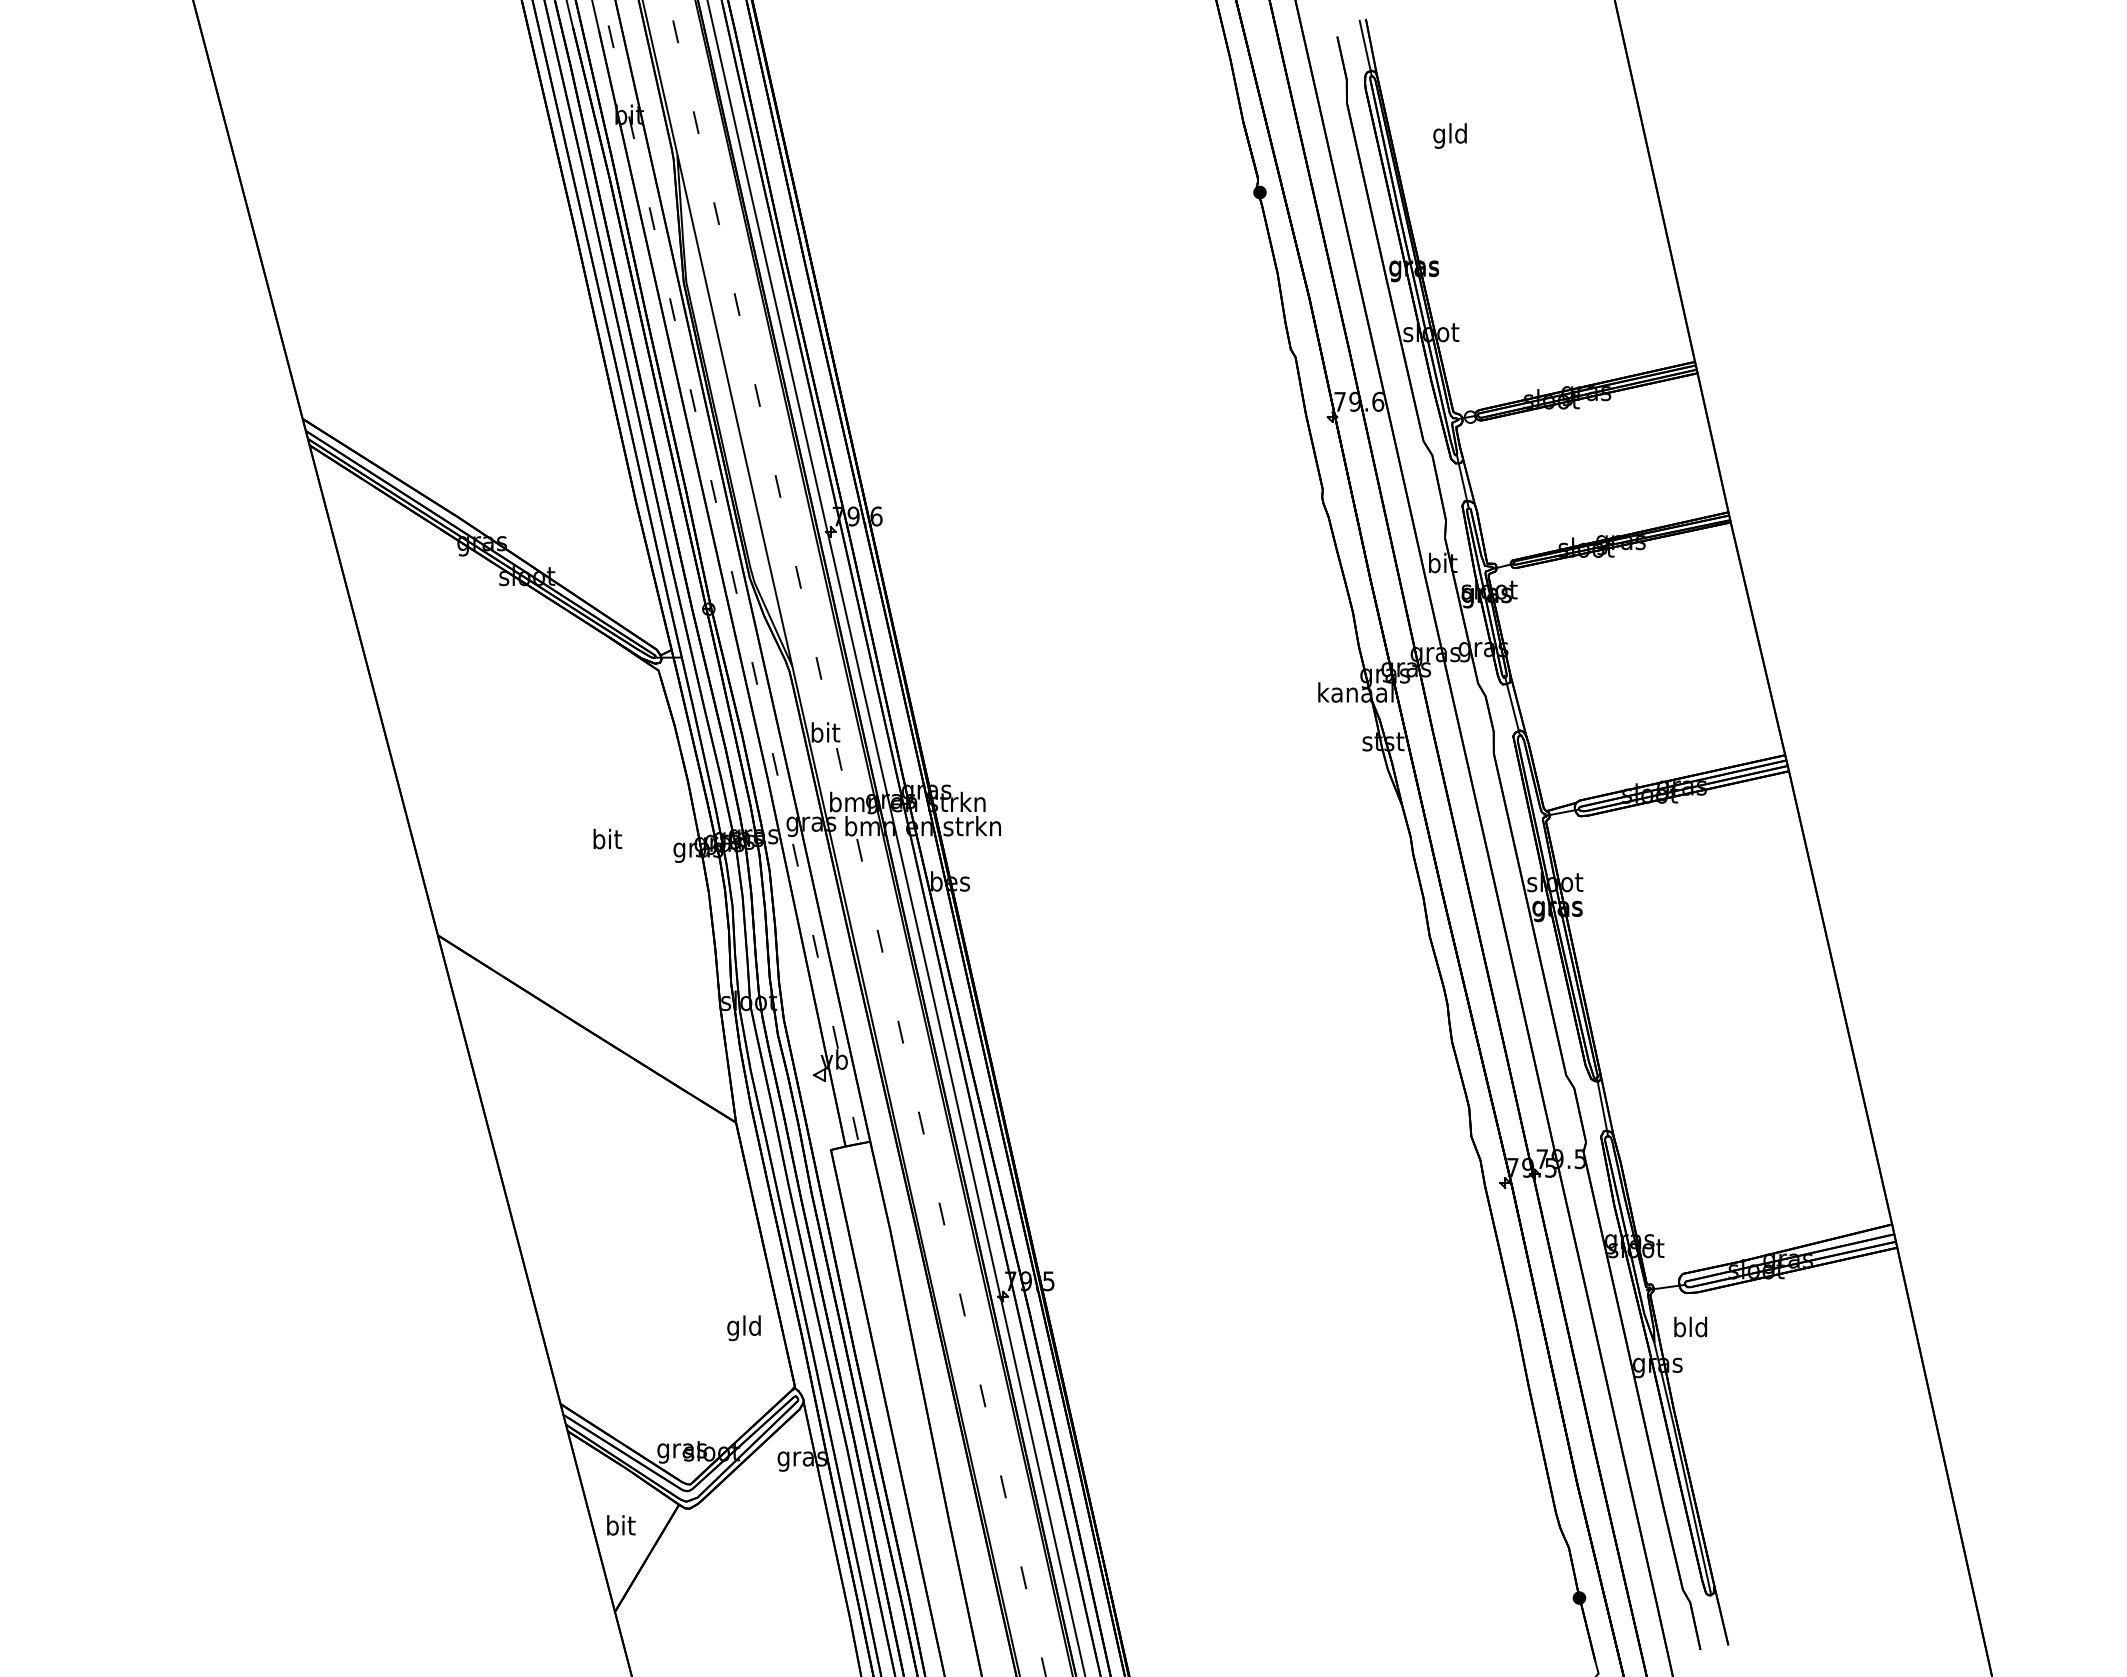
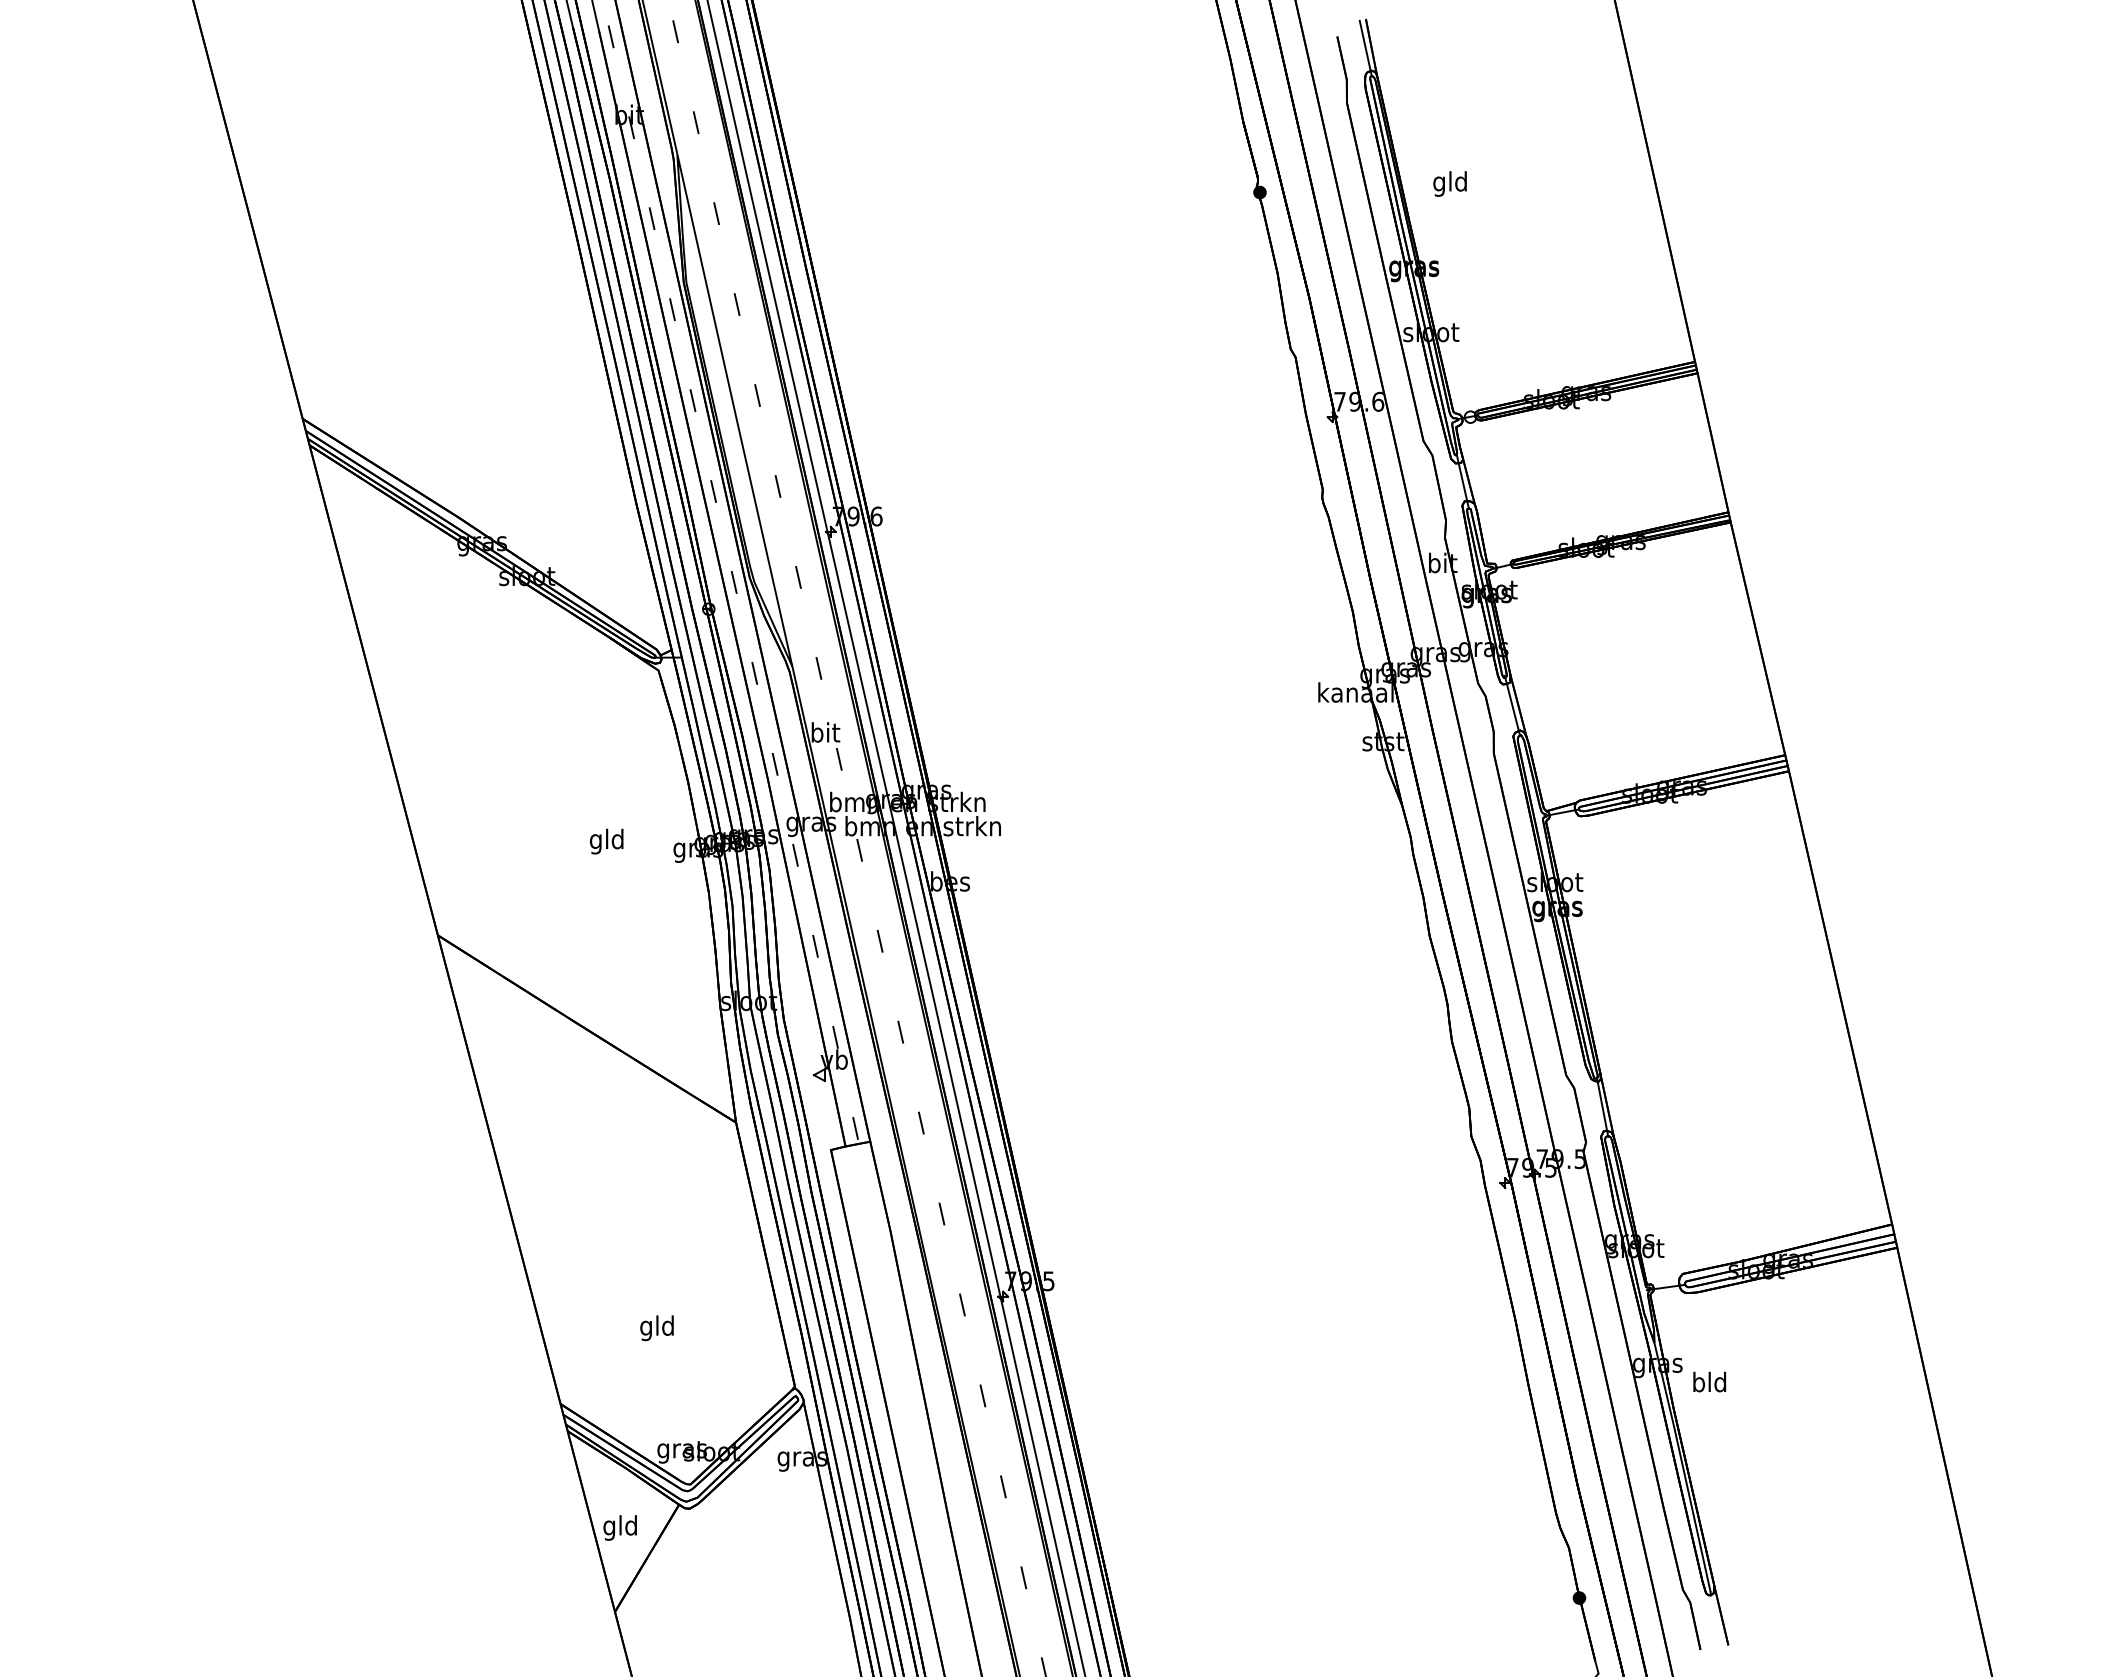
text at (1449, 135) position: (1449, 135) -> (1449, 183)
text at (606, 841): bit -> gld
text at (1690, 1326) position: (1690, 1326) -> (1709, 1381)
text at (743, 1328) position: (743, 1328) -> (656, 1328)
text at (619, 1527): bit -> gld
